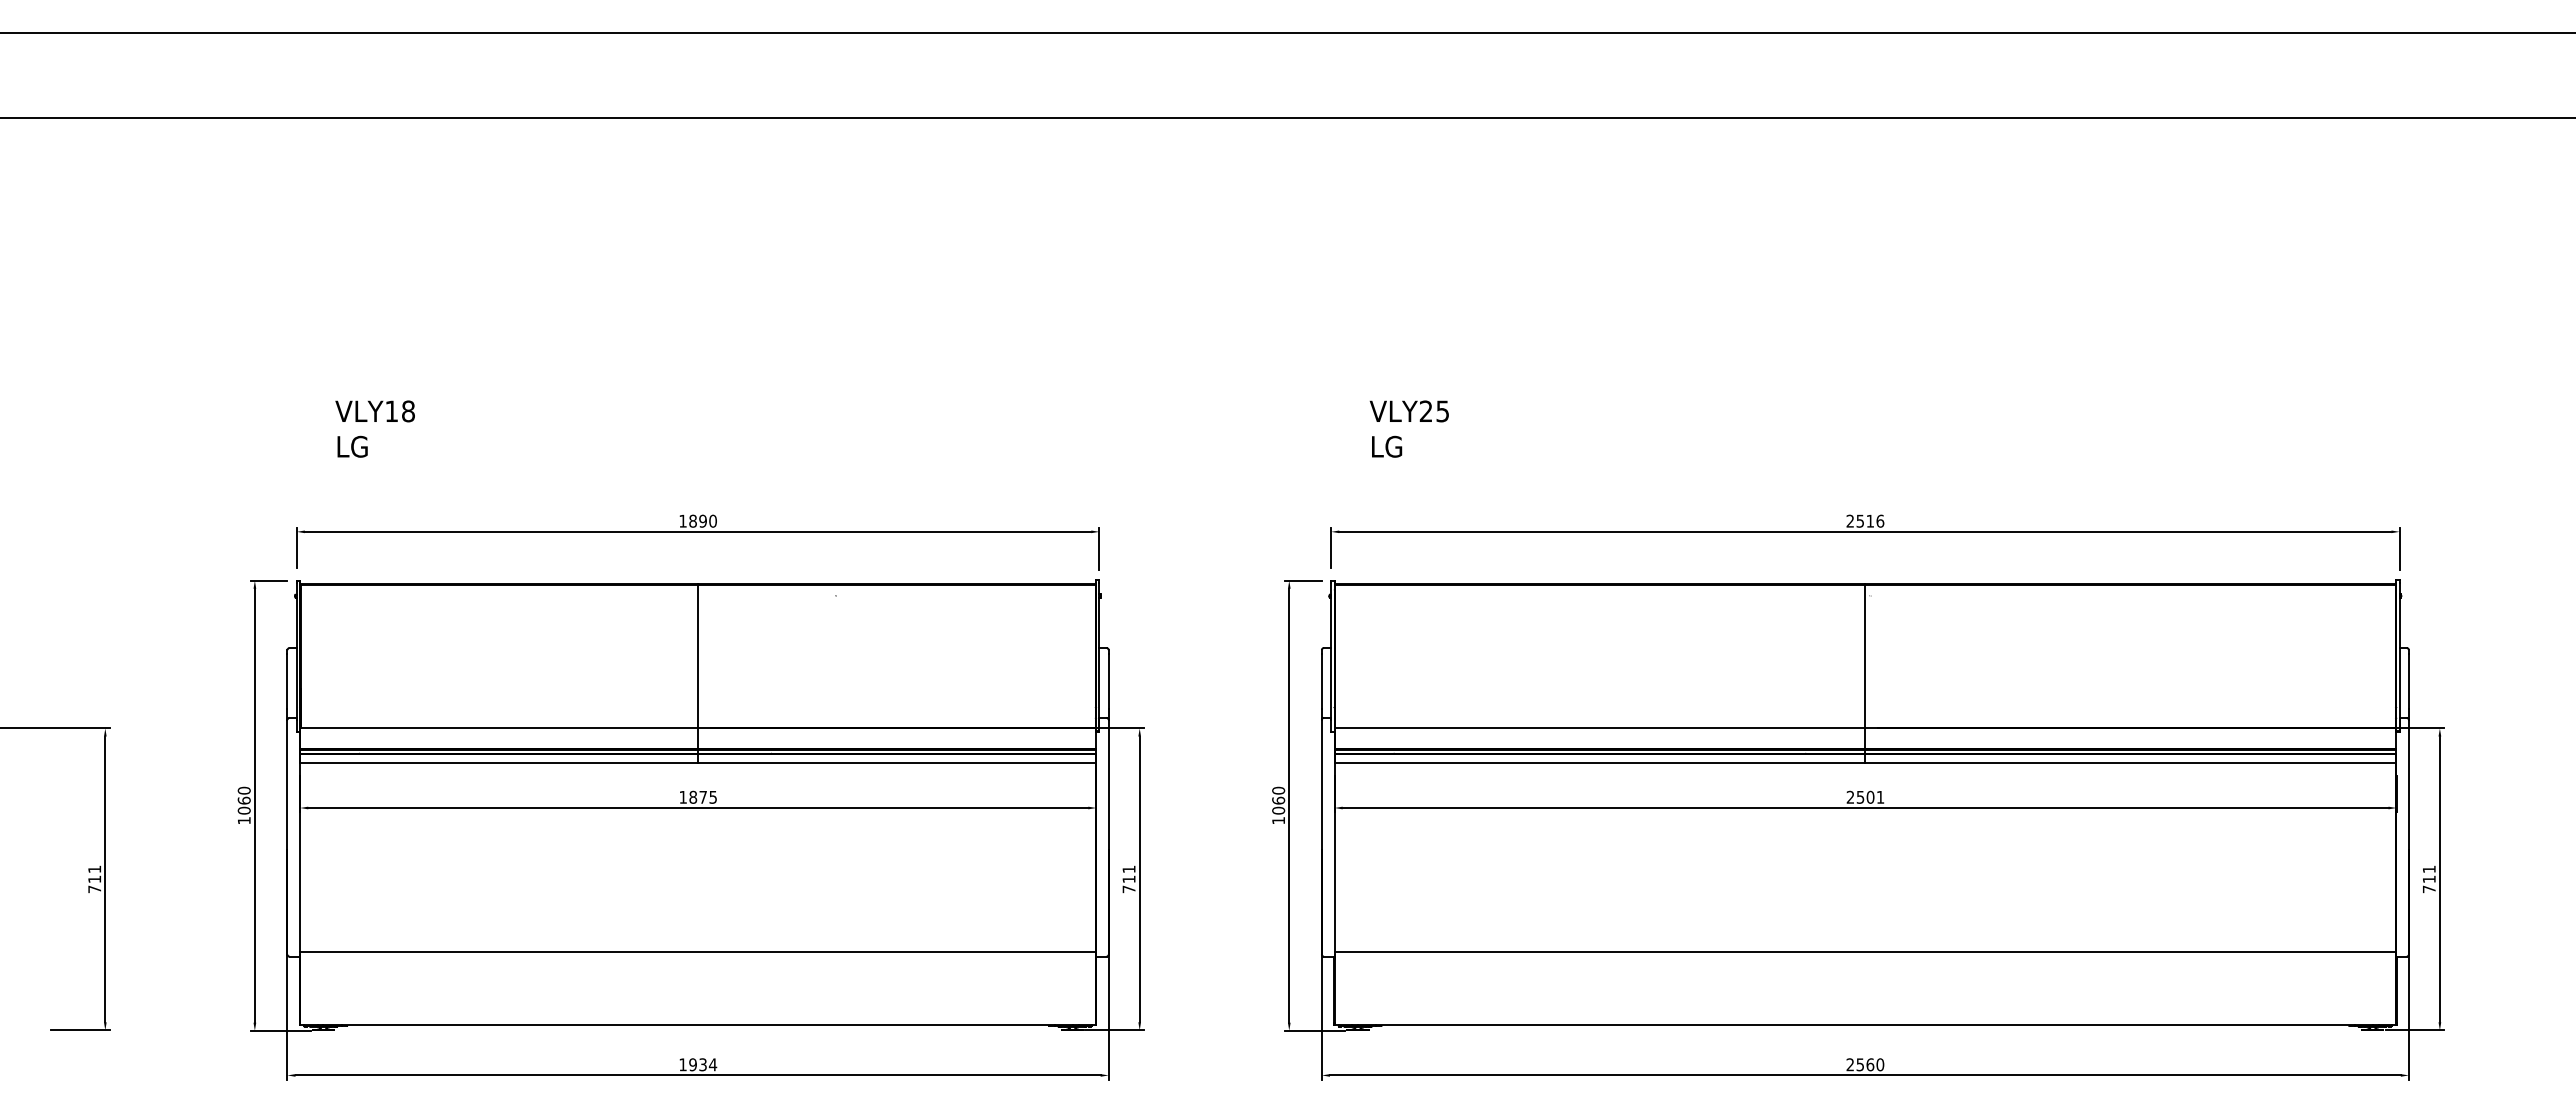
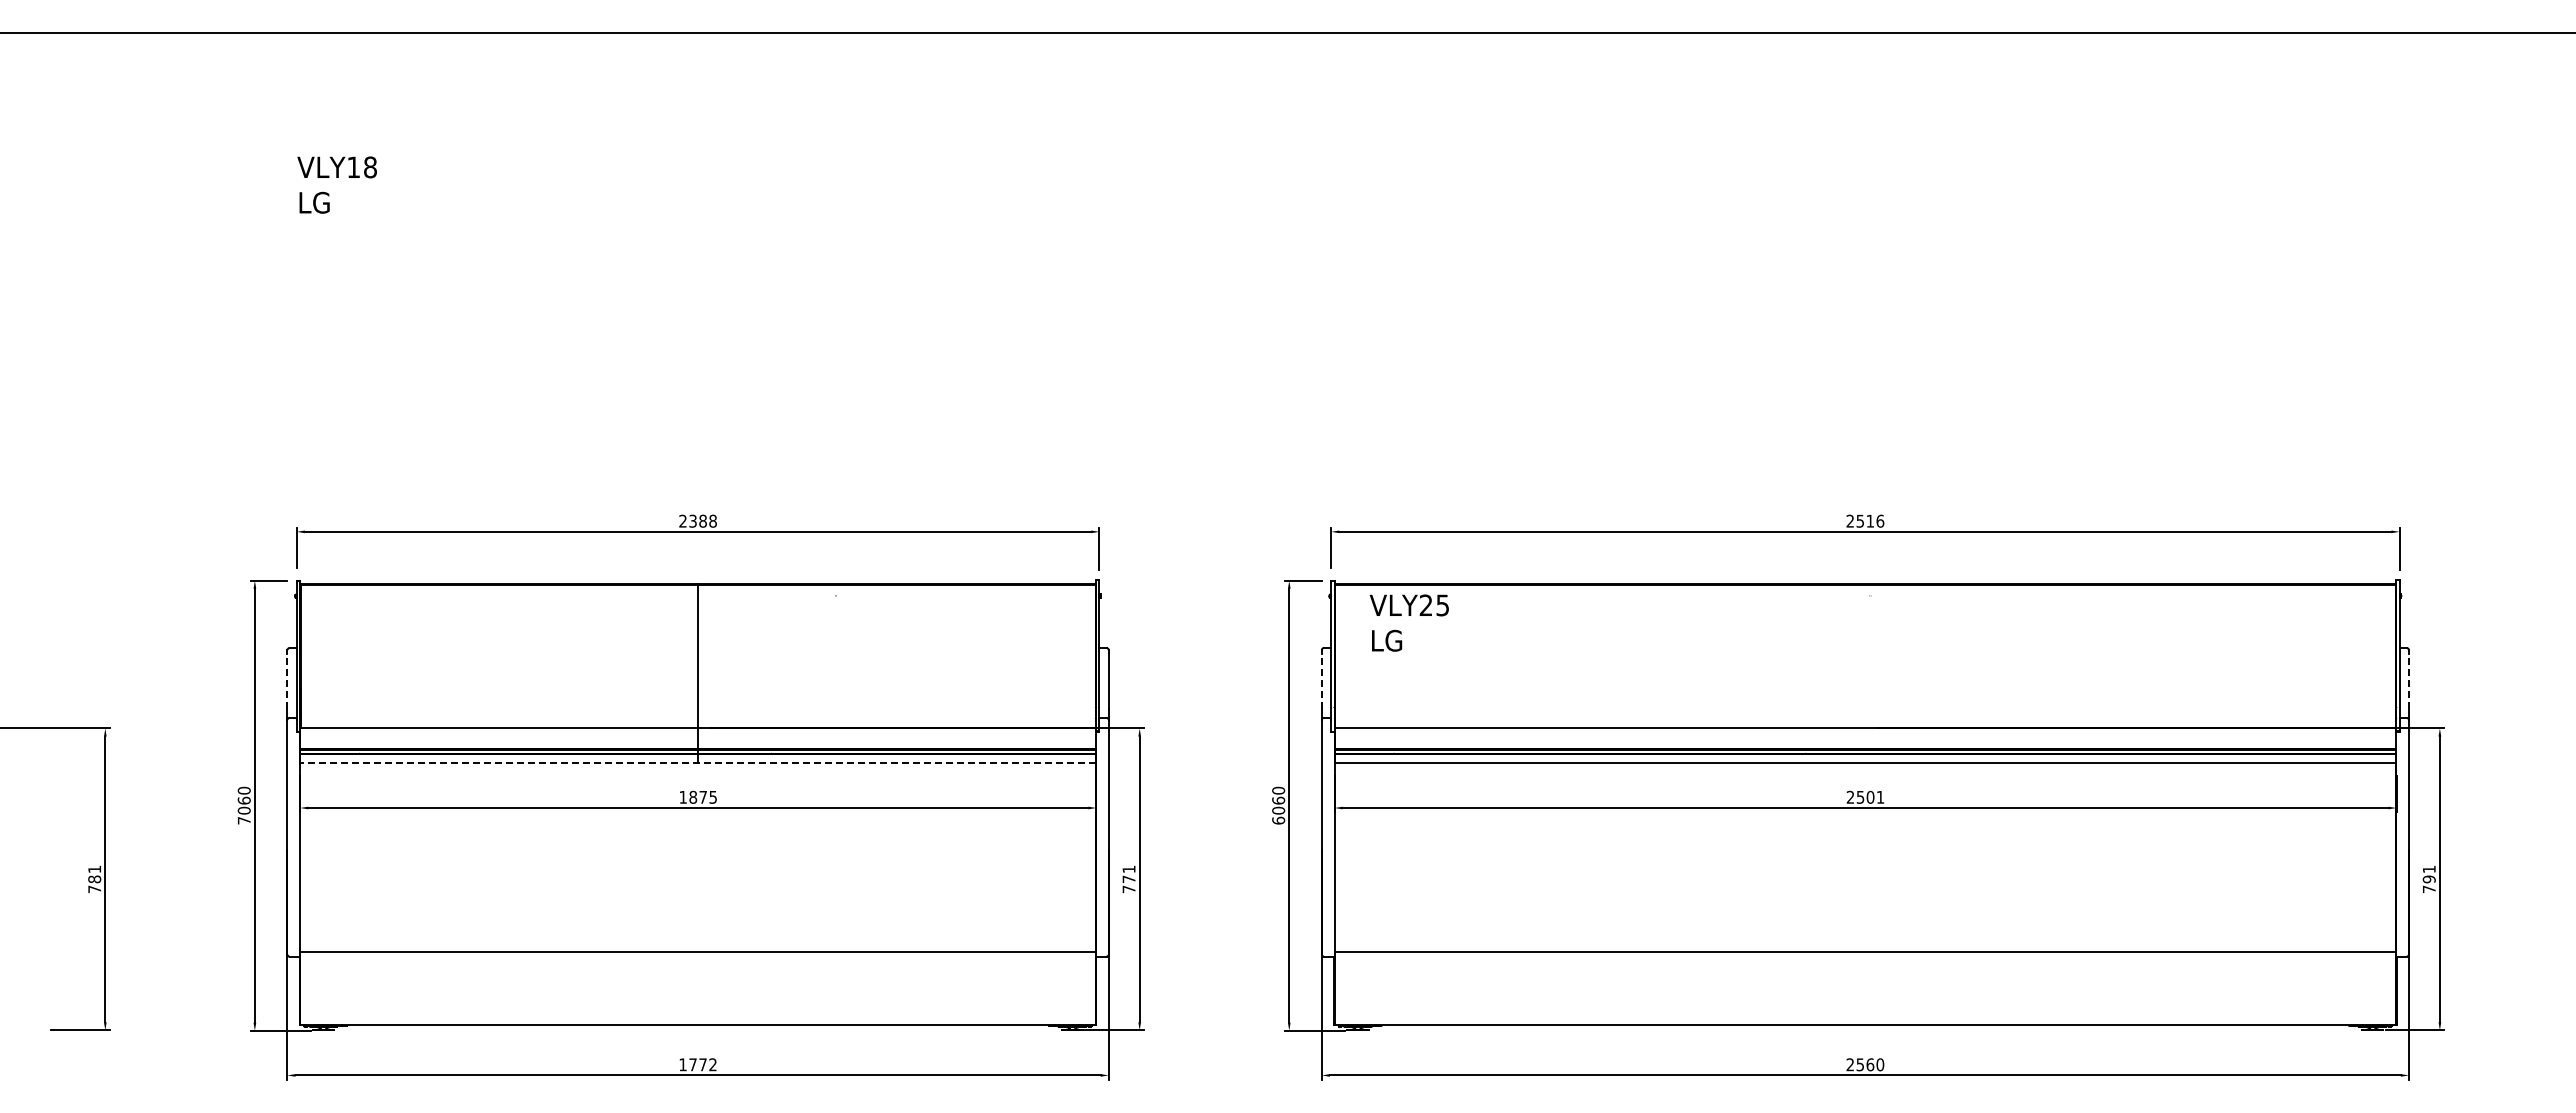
line at (1287, 118): present -> none
text at (374, 428) position: (374, 428) -> (336, 184)
text at (1408, 428) position: (1408, 428) -> (1408, 622)
text at (697, 520): 1890 -> 2388
line at (1865, 673): present -> none
line at (287, 681): solid -> dashed
line at (1321, 681): solid -> dashed
line at (2408, 681): solid -> dashed
line at (698, 763): solid -> dashed
text at (244, 820): 1060 -> 7060
text at (1278, 820): 1060 -> 6060
text at (94, 879): 711 -> 781
text at (1128, 879): 711 -> 771
text at (2428, 879): 711 -> 791
text at (703, 1064): 1934 -> 1772
